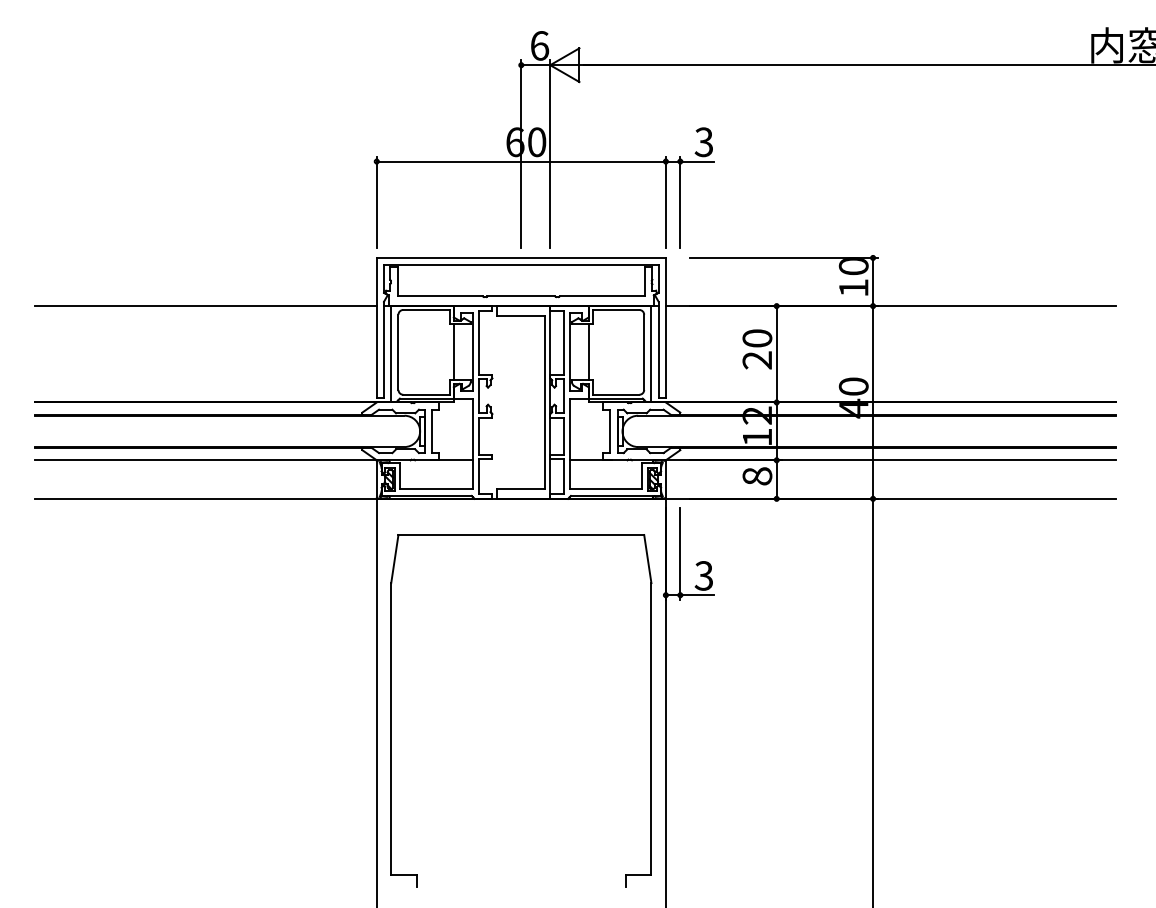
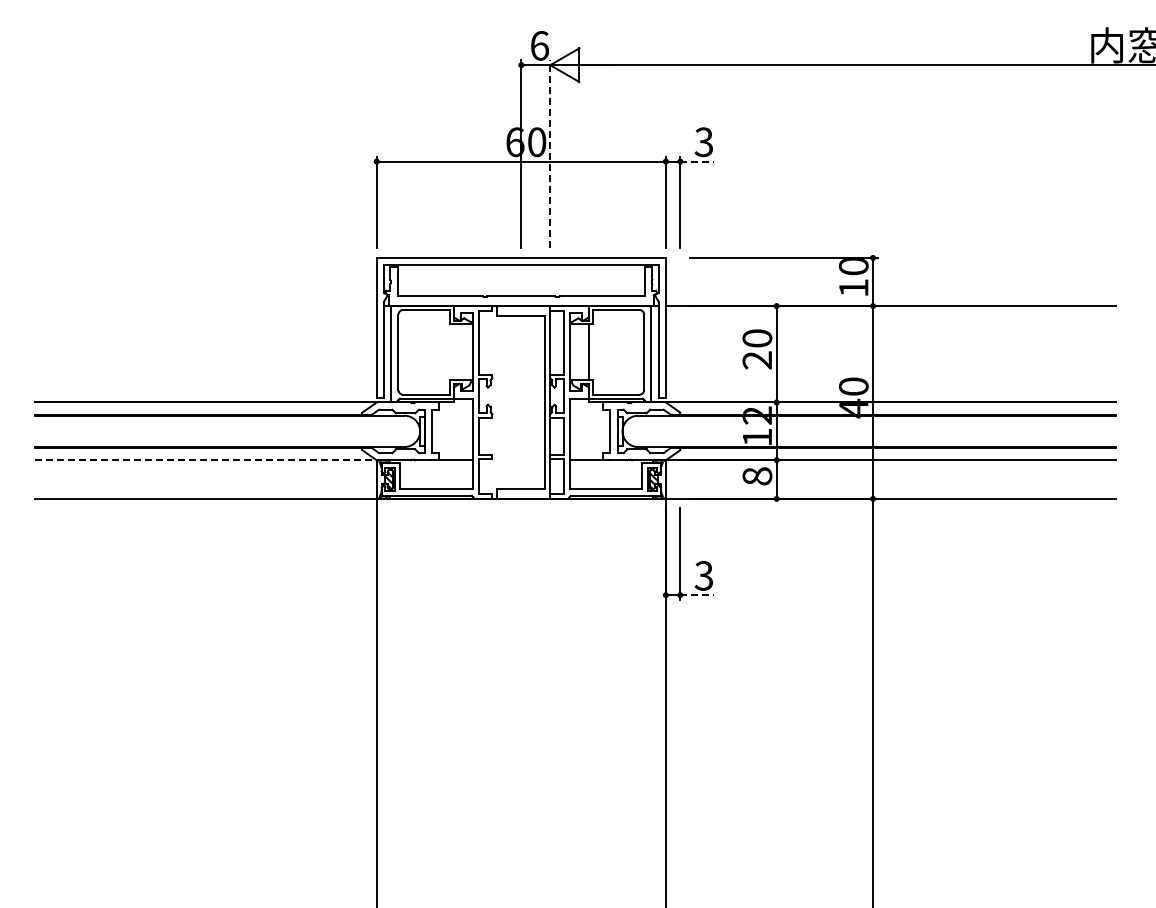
line at (550, 154): solid -> dashed
line at (696, 161): solid -> dashed
line at (205, 306): present -> none
line at (453, 352): present -> none
line at (206, 460): solid -> dashed
line at (696, 595): solid -> dashed
part at (650, 710): present -> none
